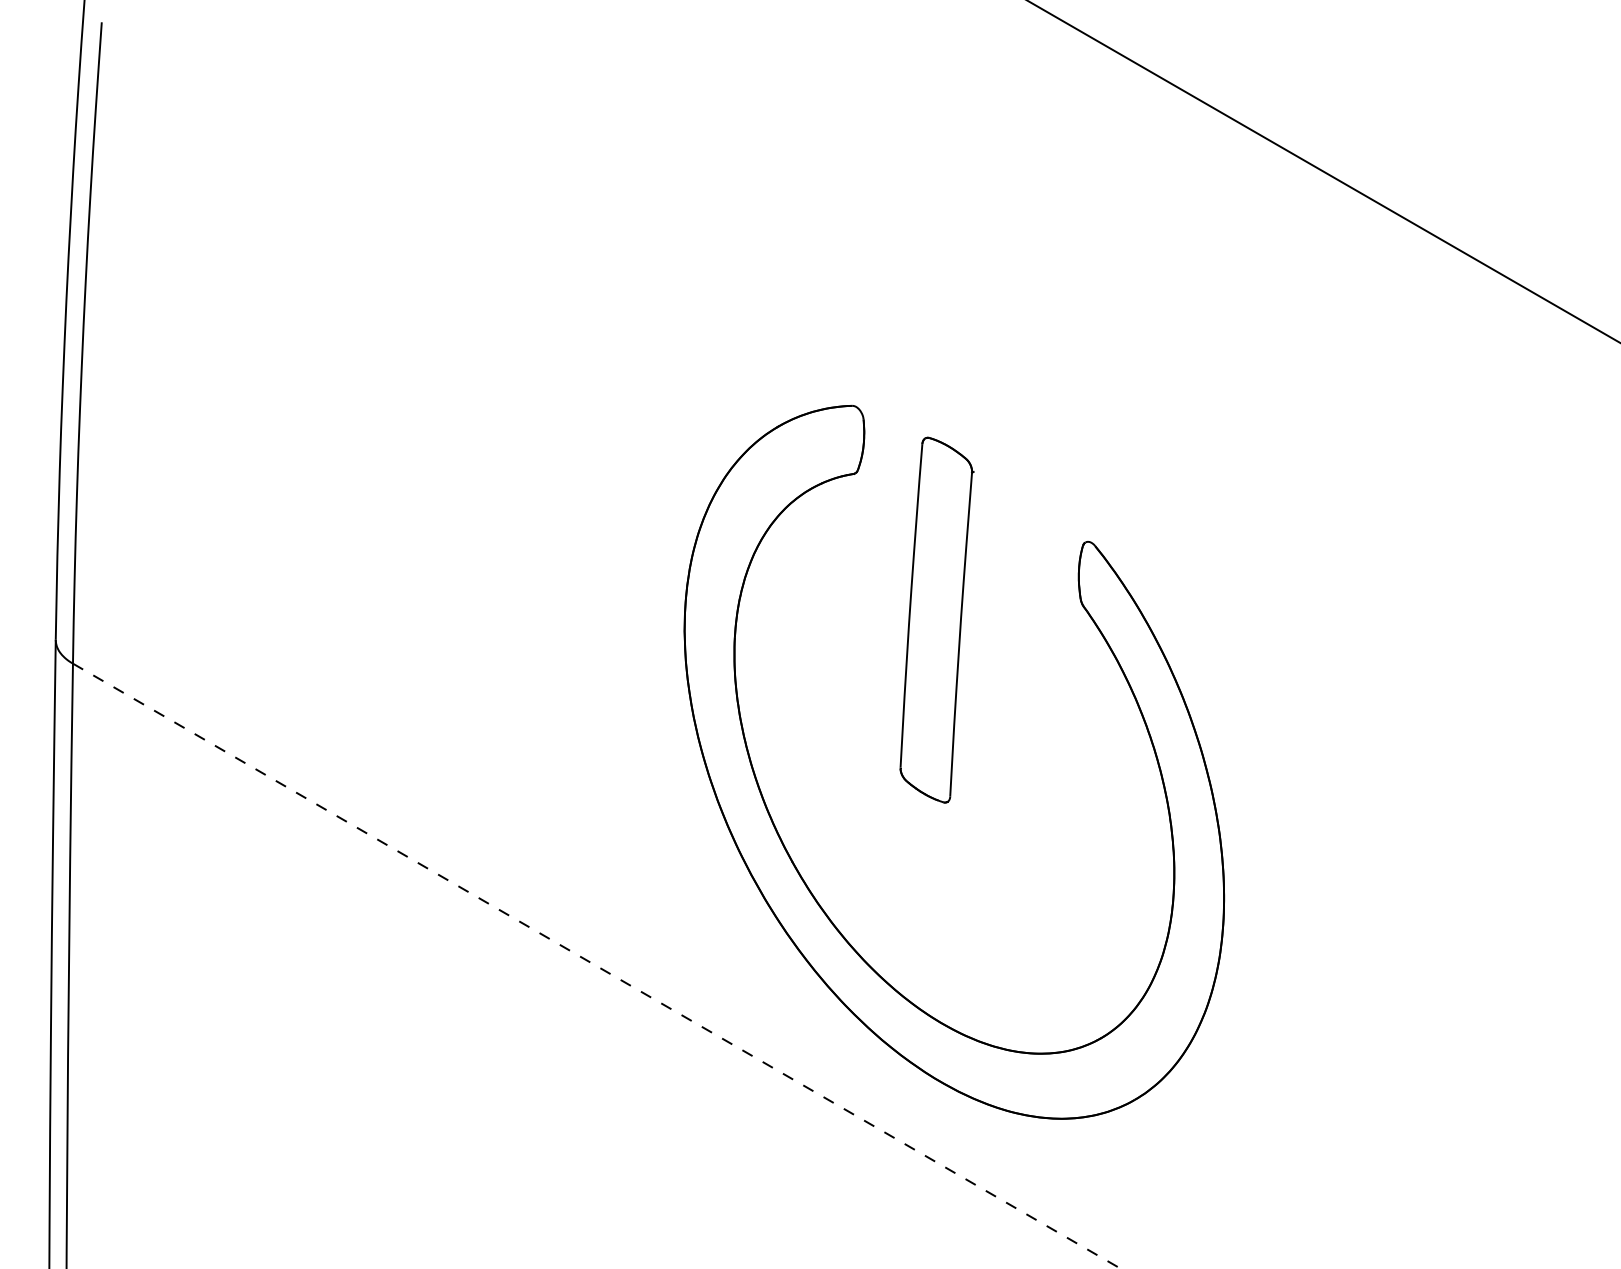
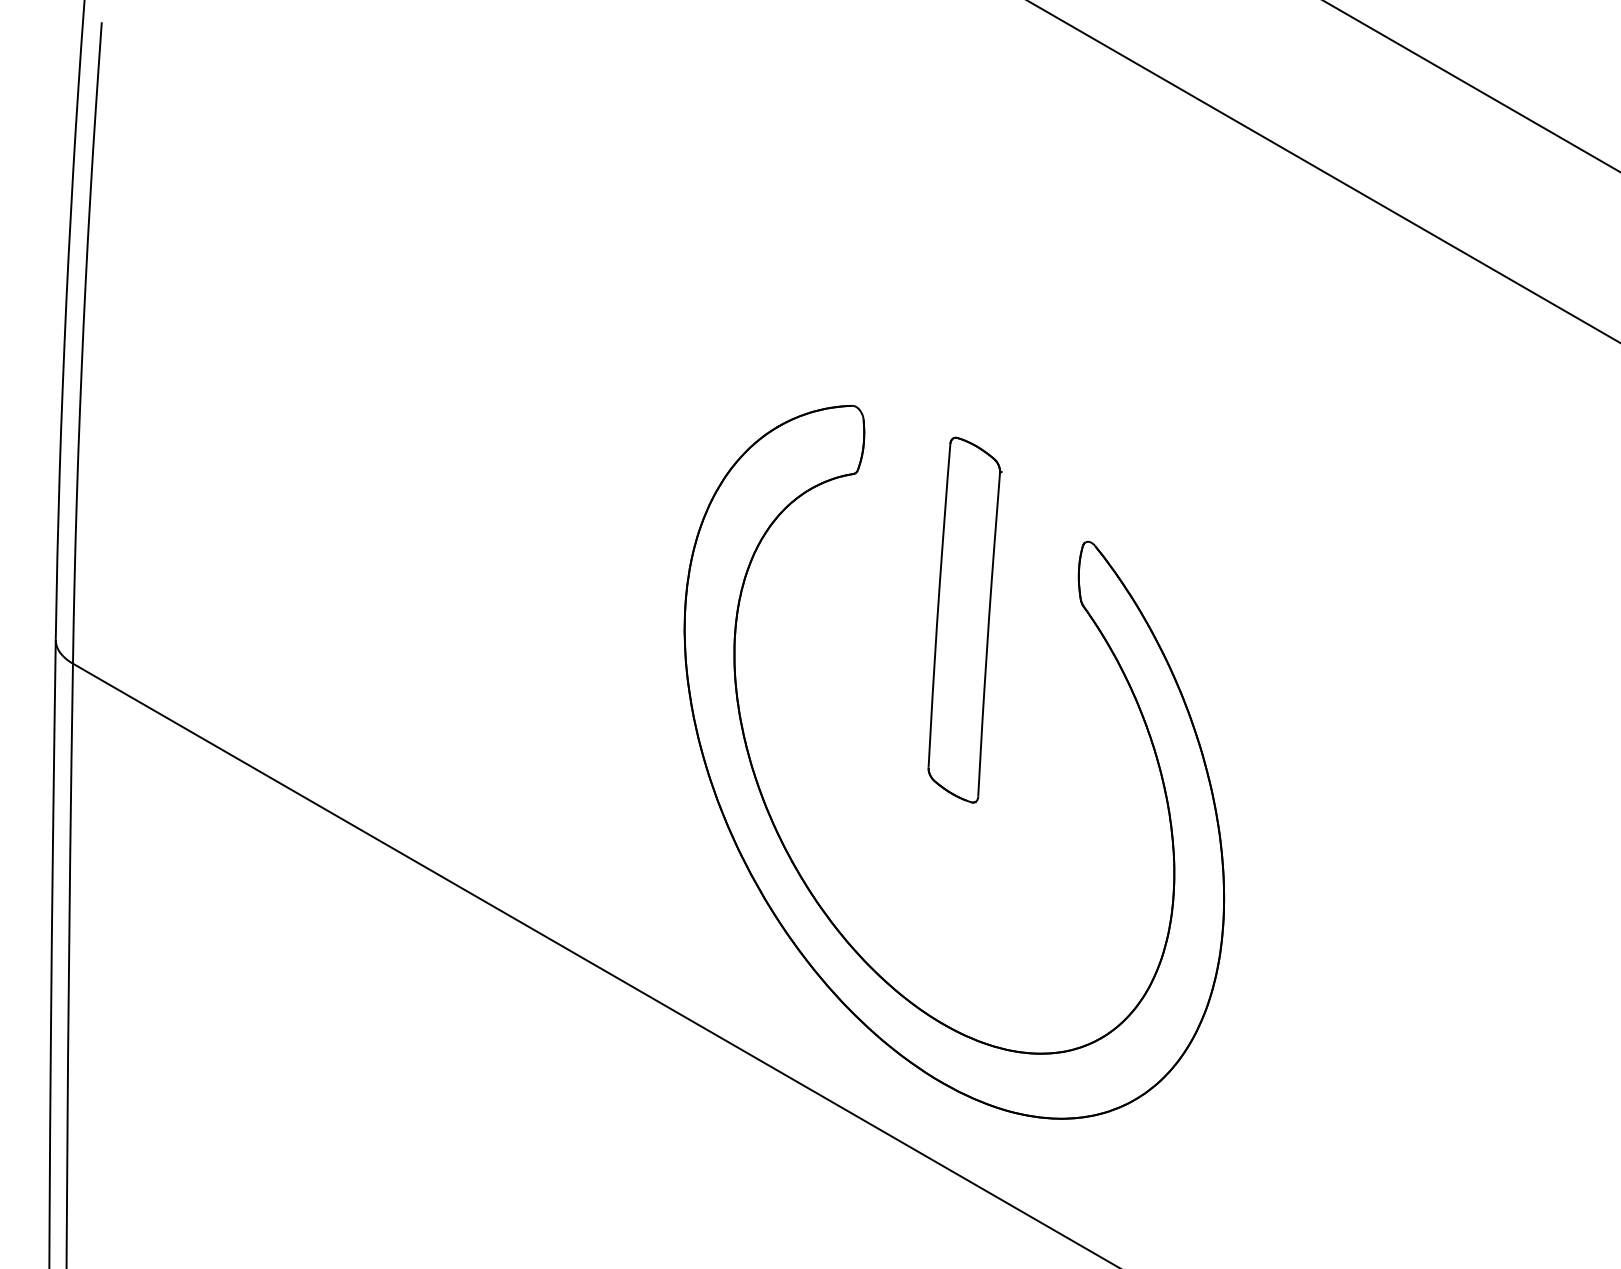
line at (1471, 86): none -> present
part at (936, 619) position: (936, 619) -> (964, 619)
line at (596, 966): dashed -> solid
